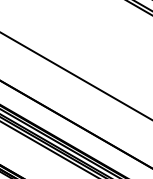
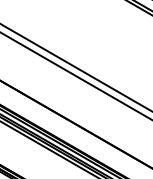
line at (75, 67): none -> present
